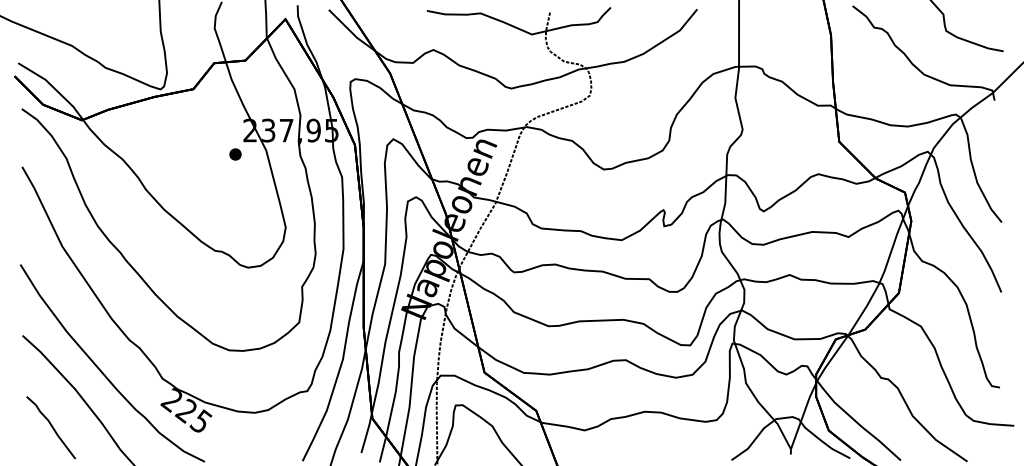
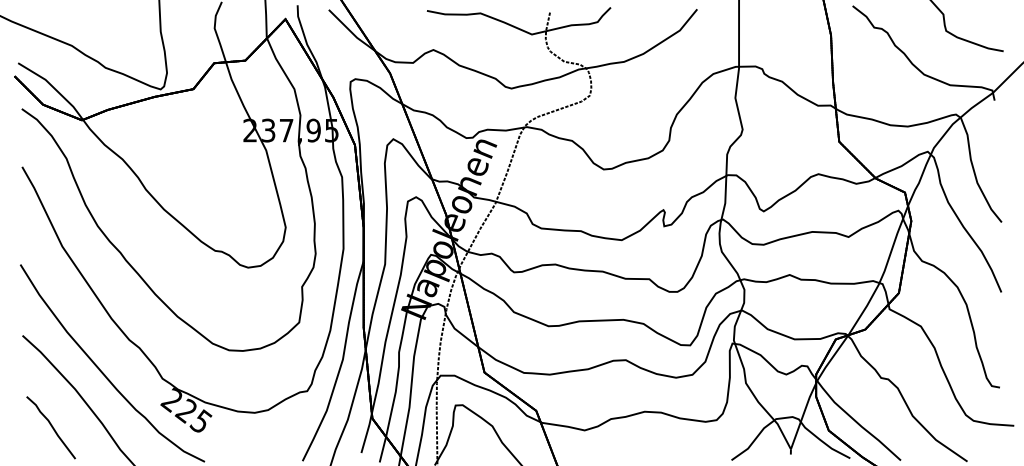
part at (235, 154): present -> none
